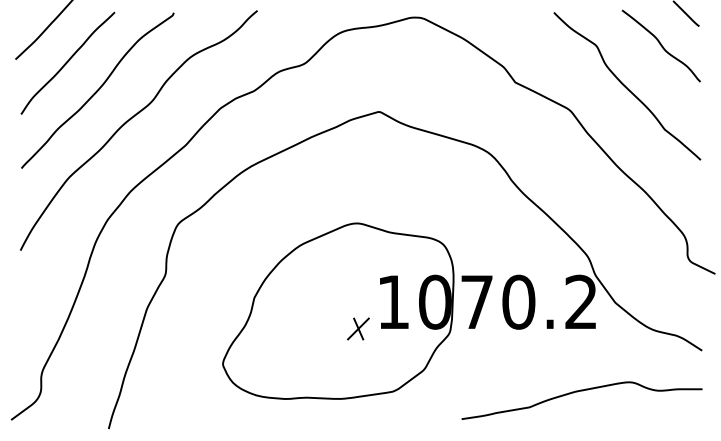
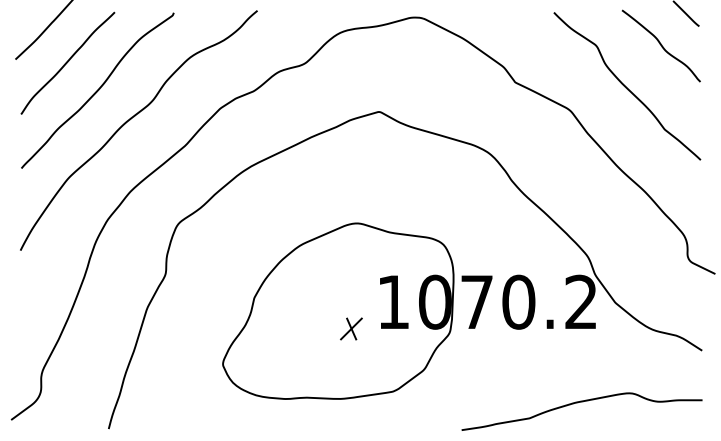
part at (358, 328) position: (358, 328) -> (351, 328)
curve at (577, 392) position: (577, 392) -> (577, 403)
